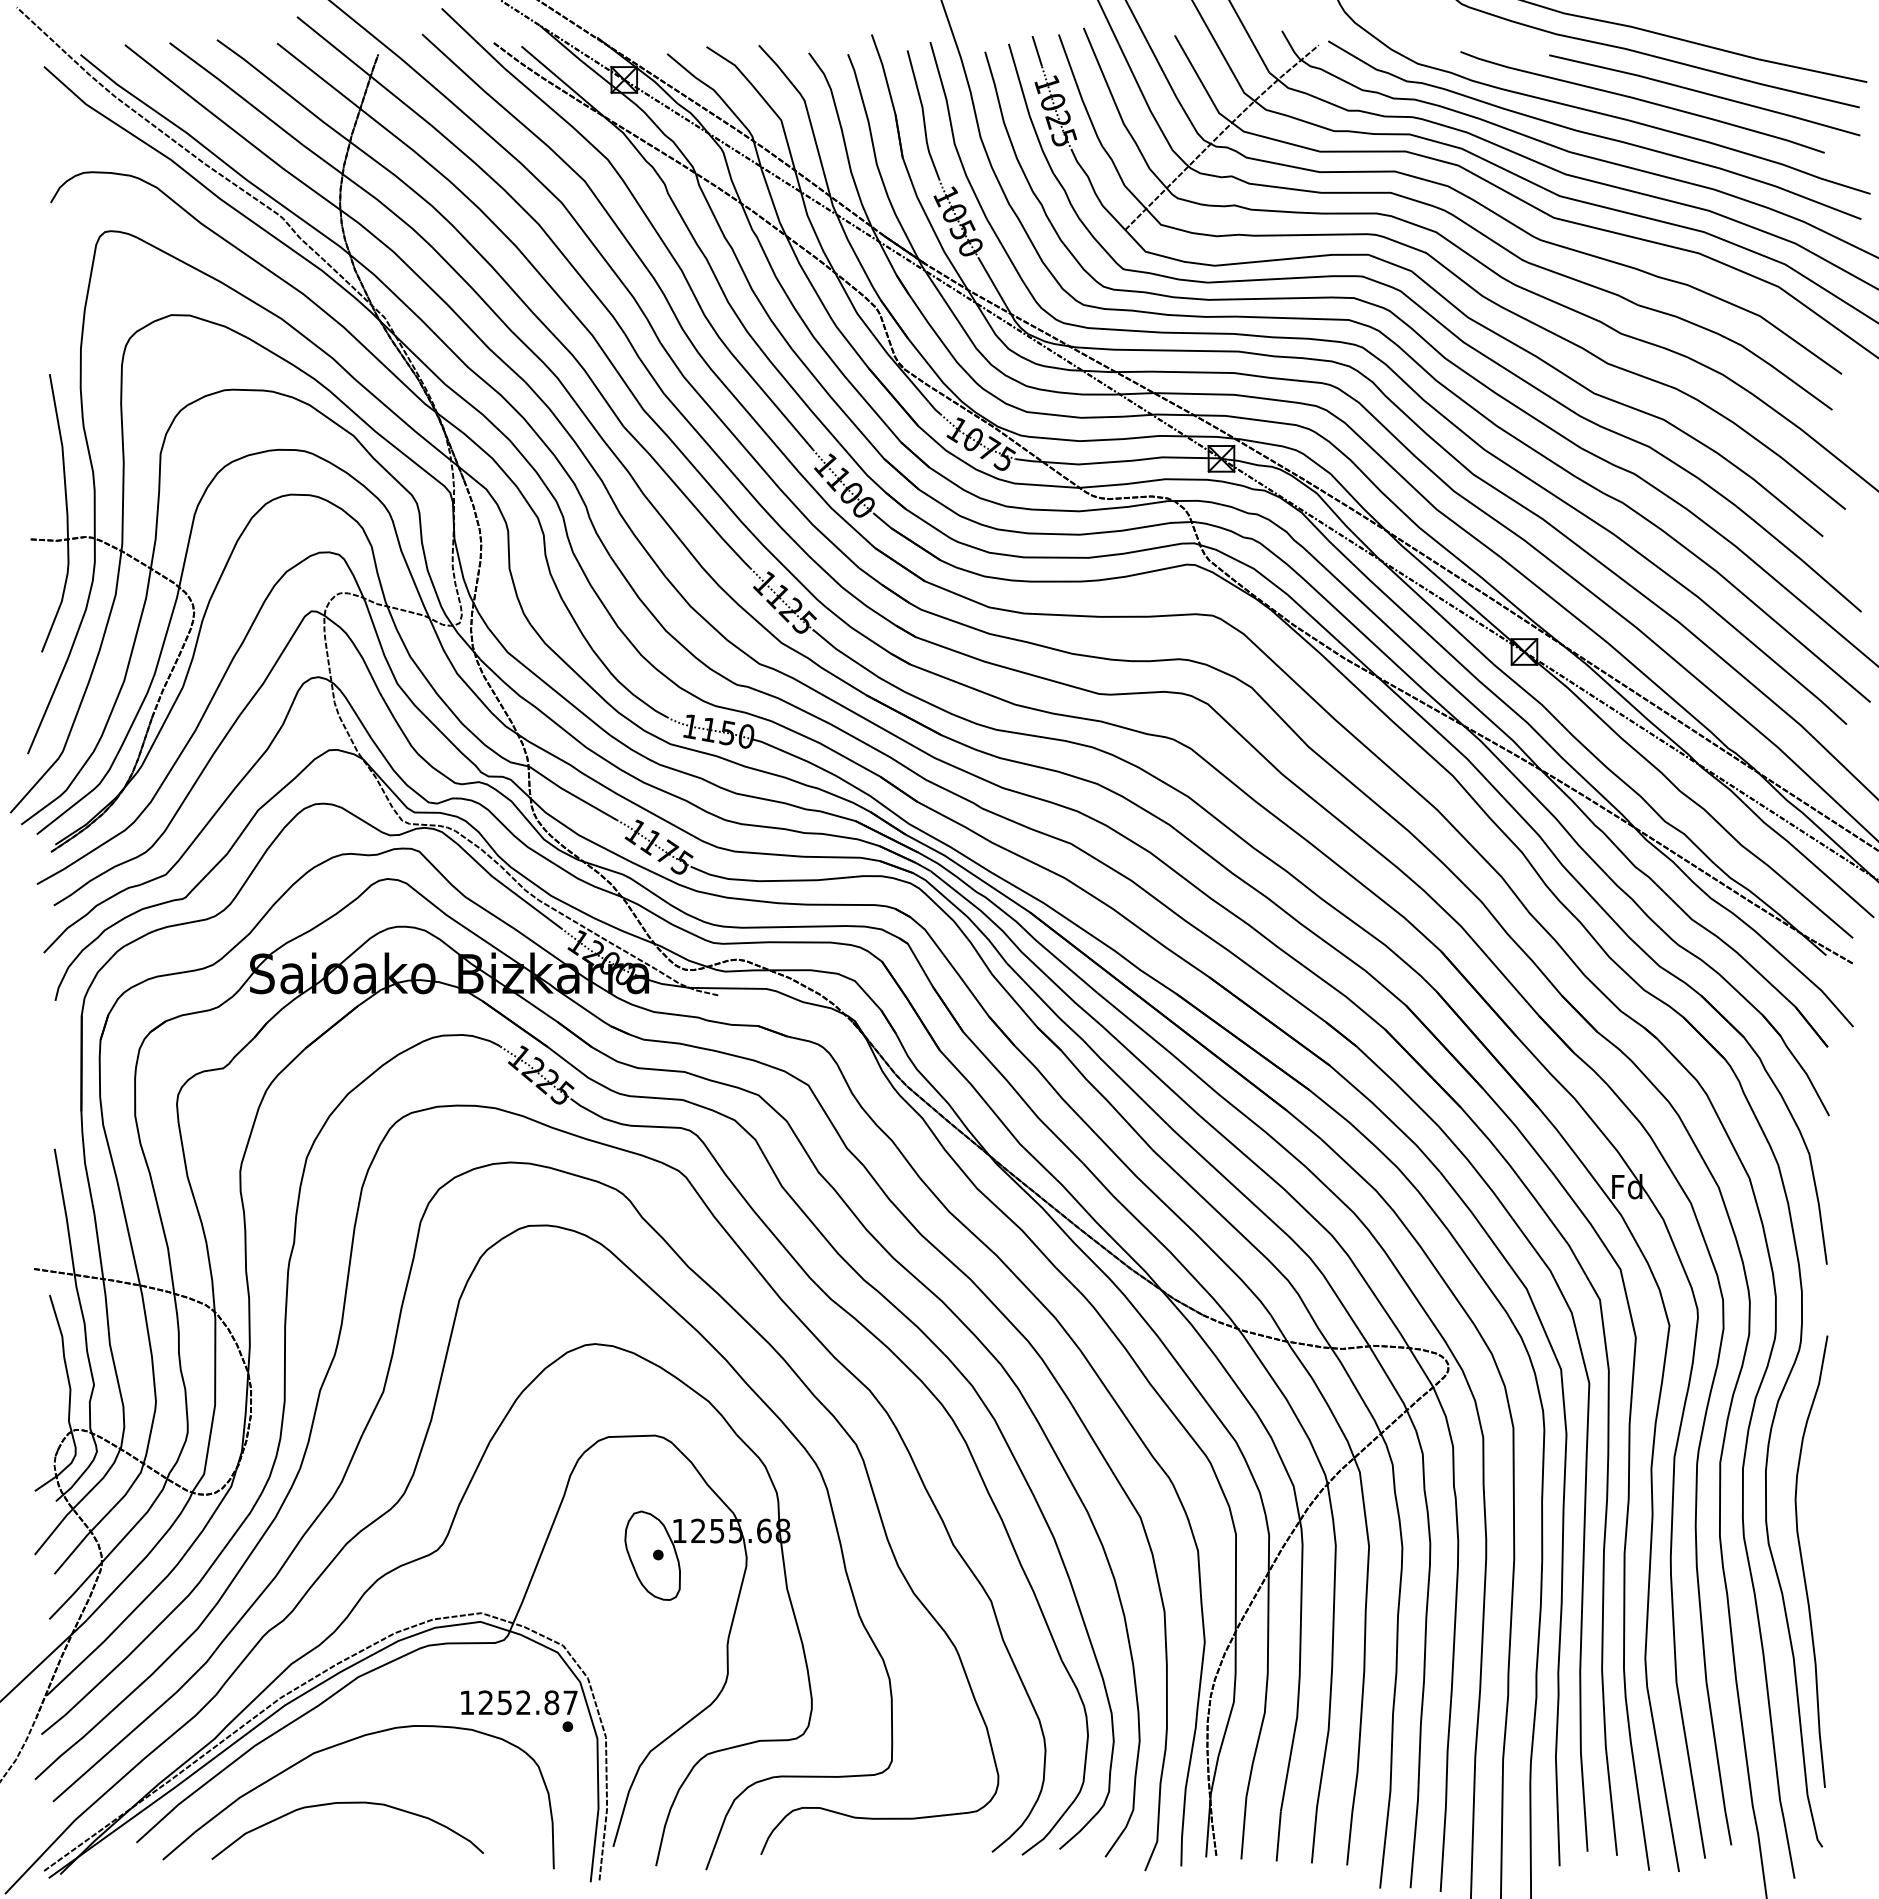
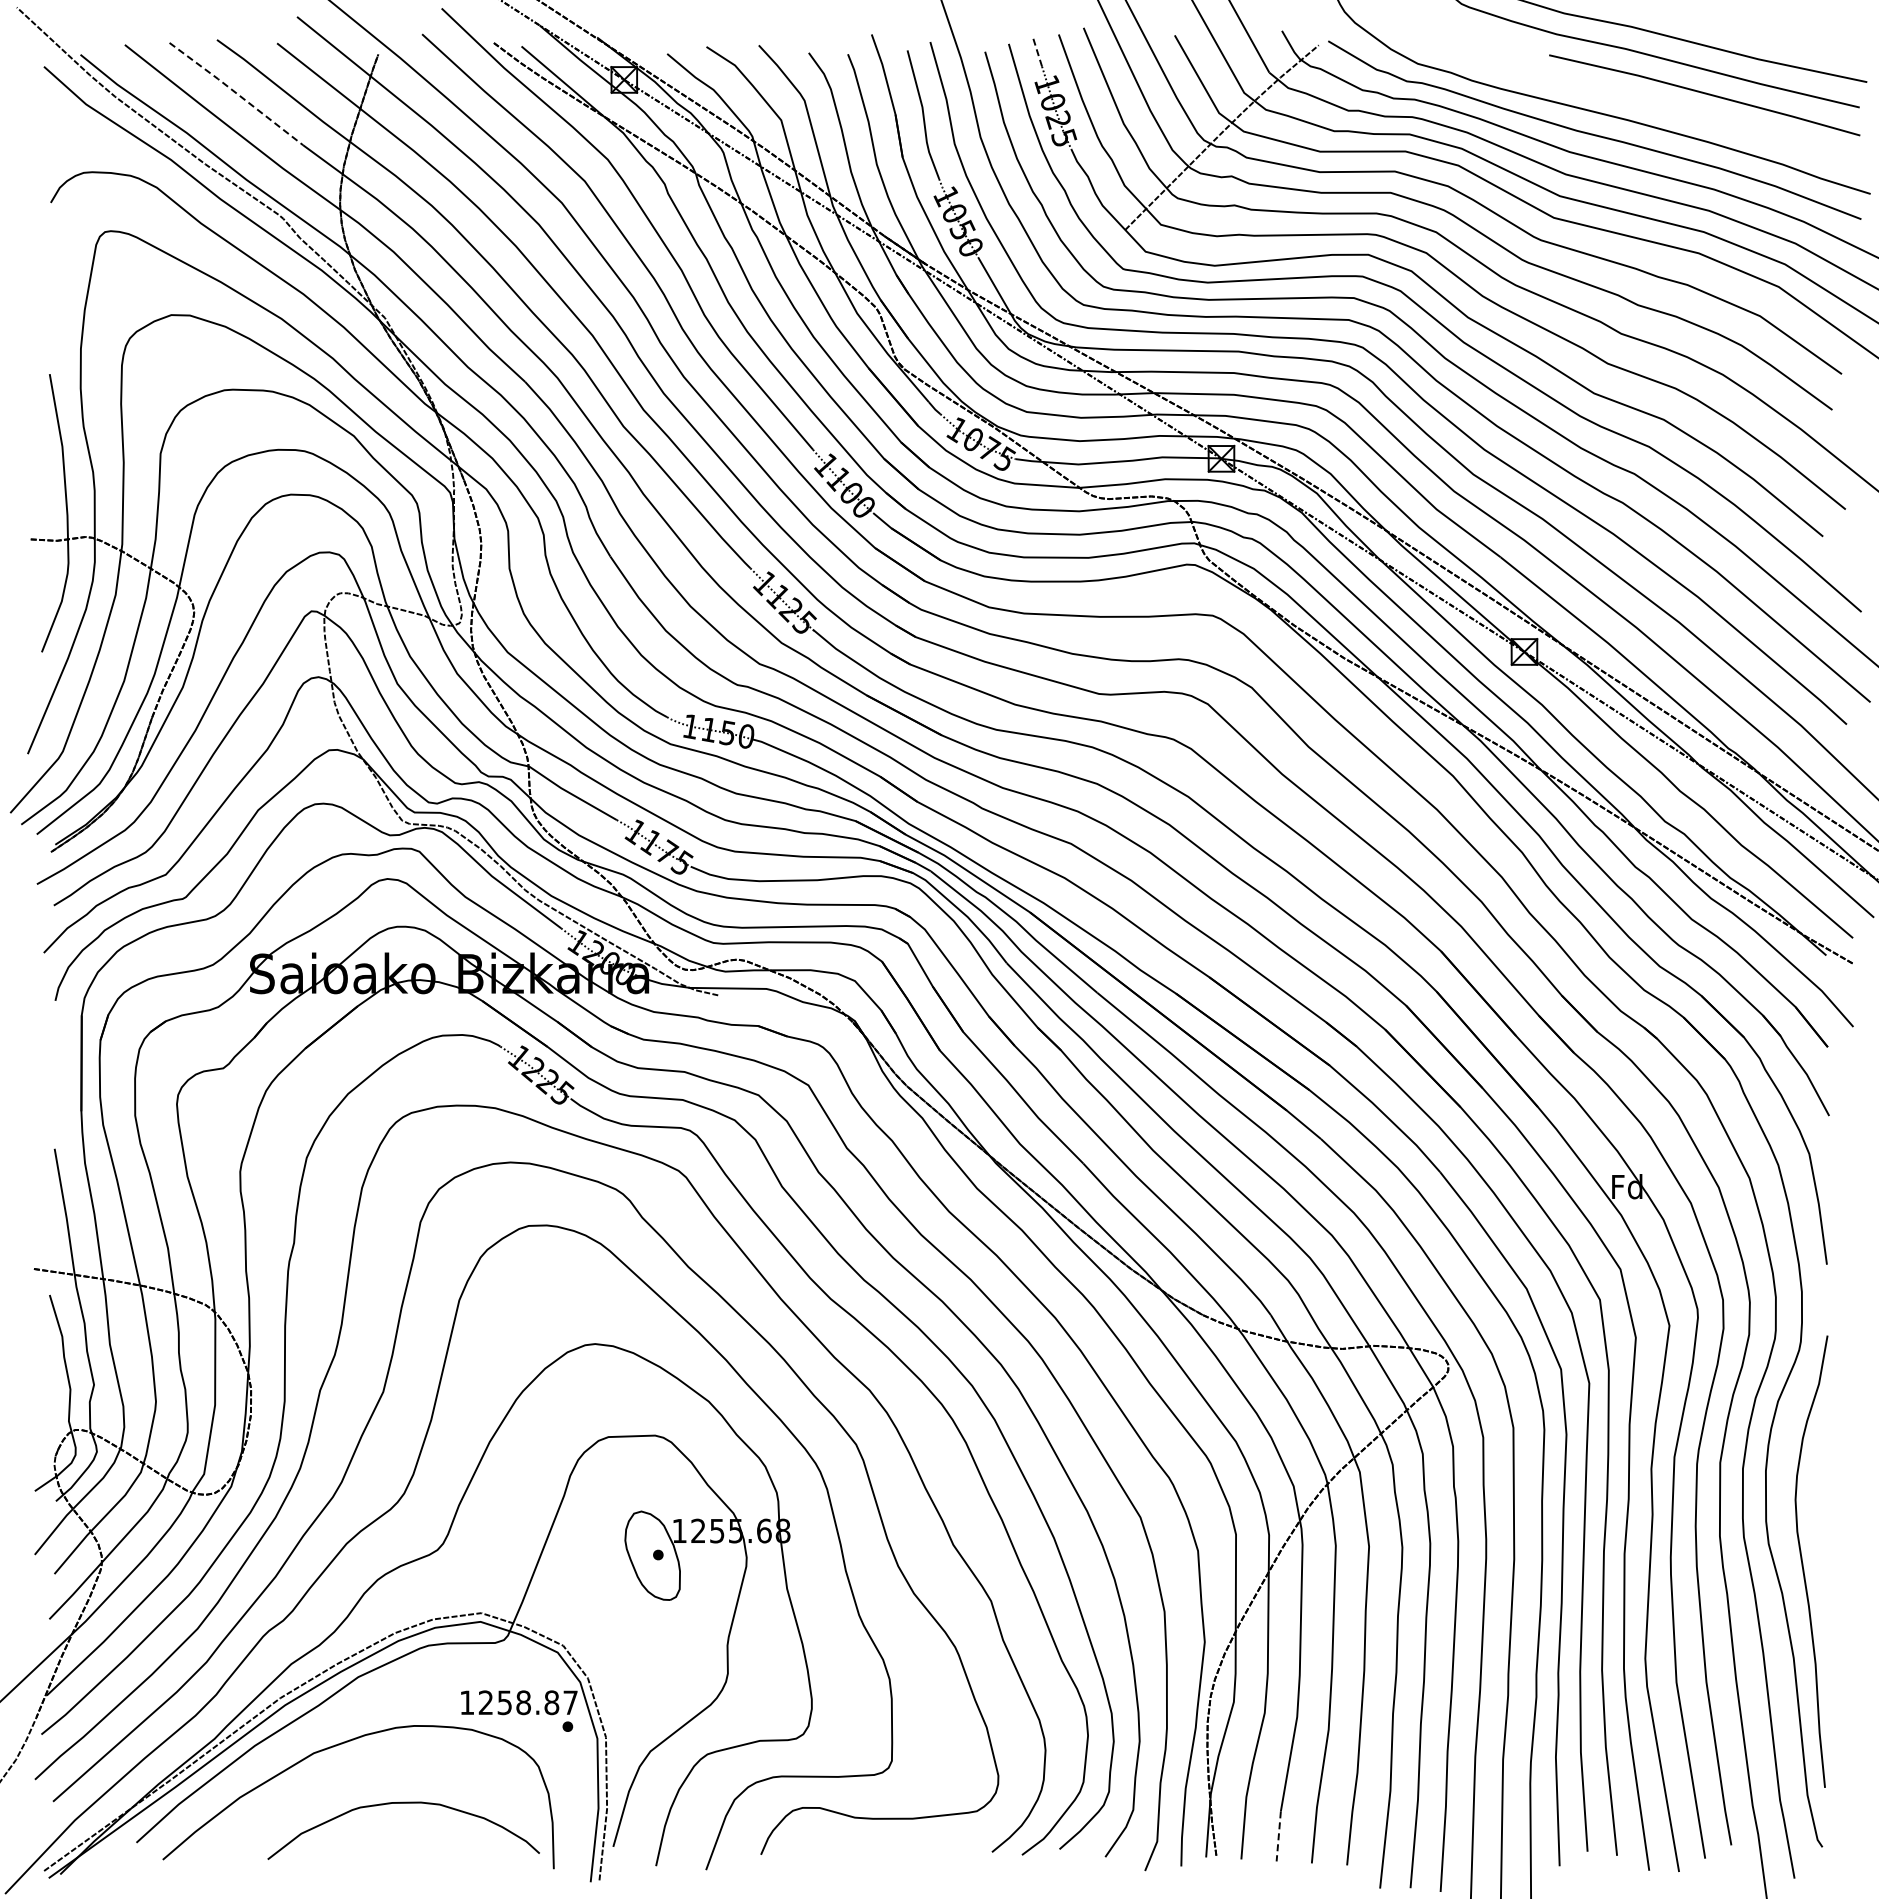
line at (1037, 51): solid -> dashed
line at (236, 93): solid -> dashed
curve at (1642, 101): present -> none
text at (523, 1702): 1252.87 -> 1258.87
curve at (347, 1803) position: (347, 1803) -> (403, 1803)
line at (1278, 1836): solid -> dashed
